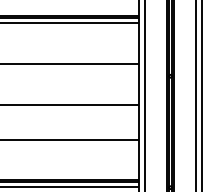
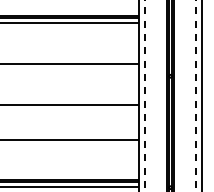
line at (145, 96): solid -> dashed
line at (196, 96): solid -> dashed
